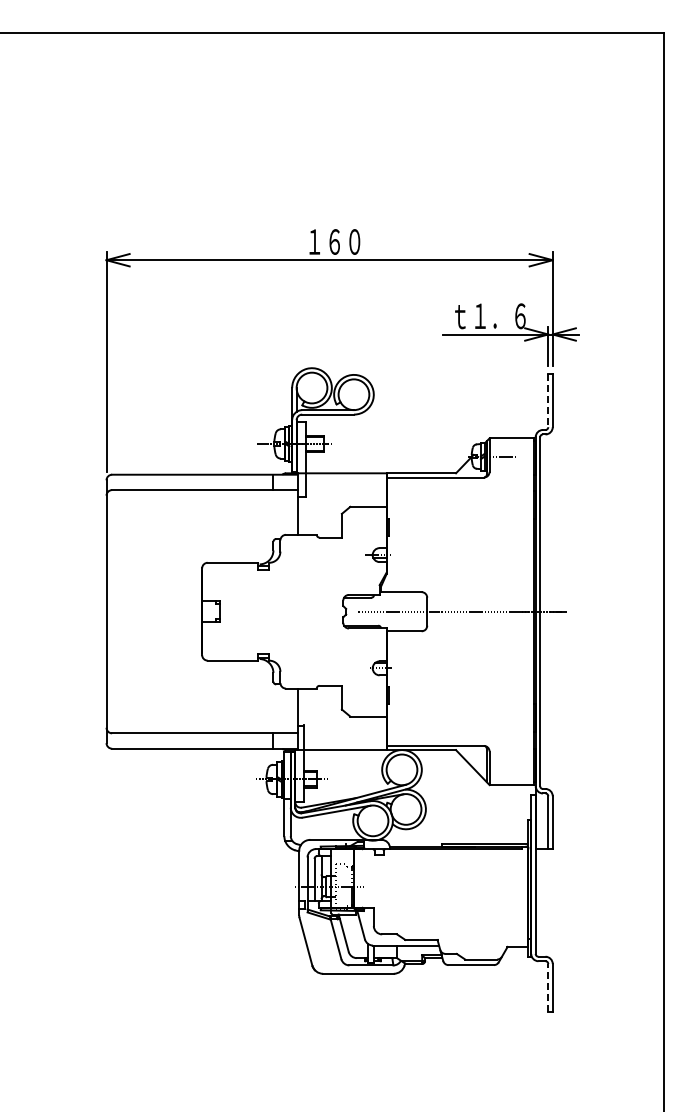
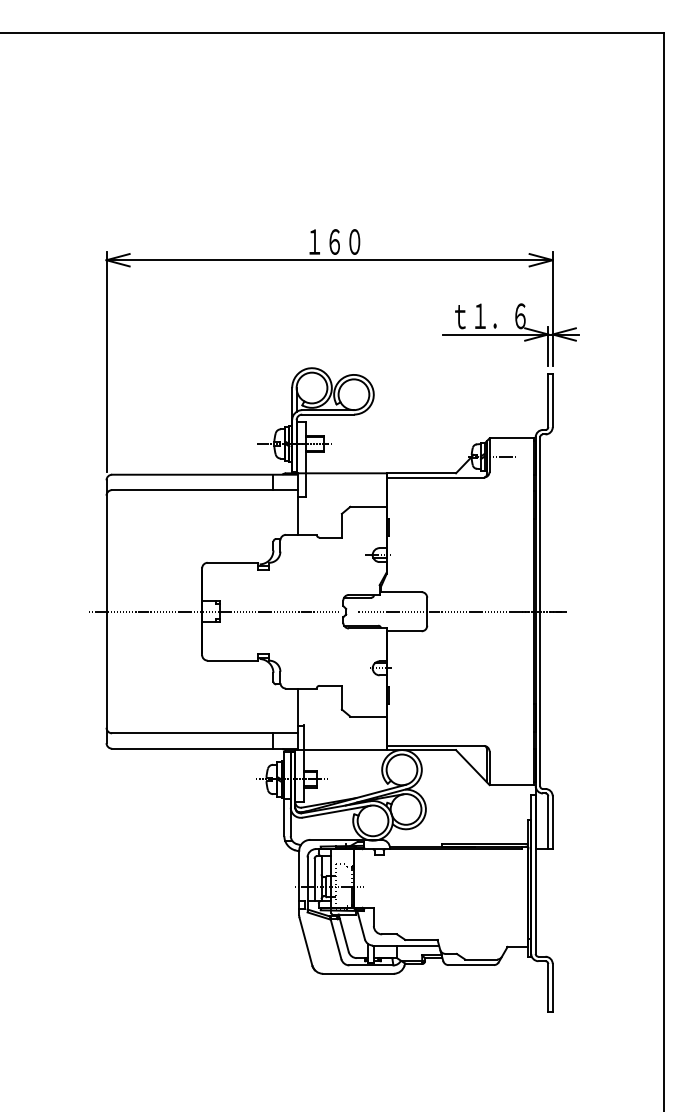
line at (548, 400): dashed -> solid
line at (213, 611): none -> present
line at (548, 987): dashed -> solid
